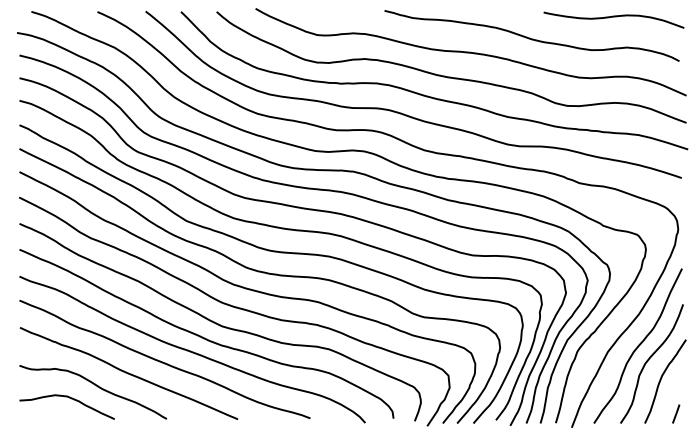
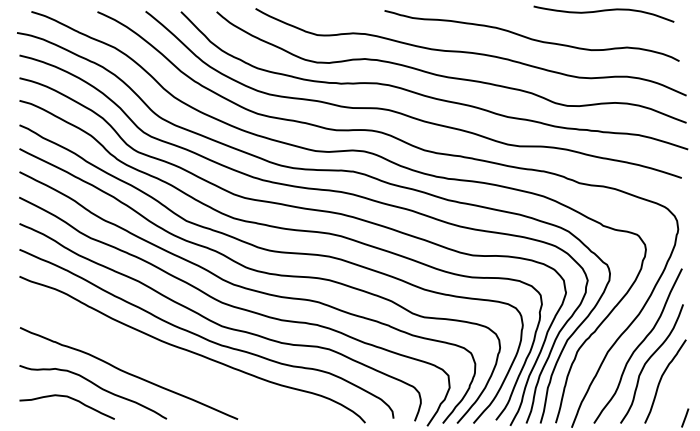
curve at (613, 17) position: (613, 17) -> (603, 11)
curve at (163, 361): present -> none
line at (676, 413) position: (676, 413) -> (685, 417)
